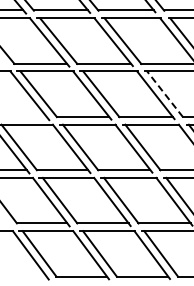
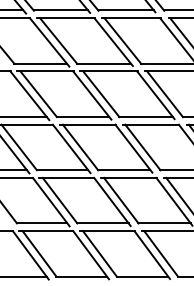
line at (165, 94): dashed -> solid
line at (24, 116): none -> present
line at (24, 276): none -> present
